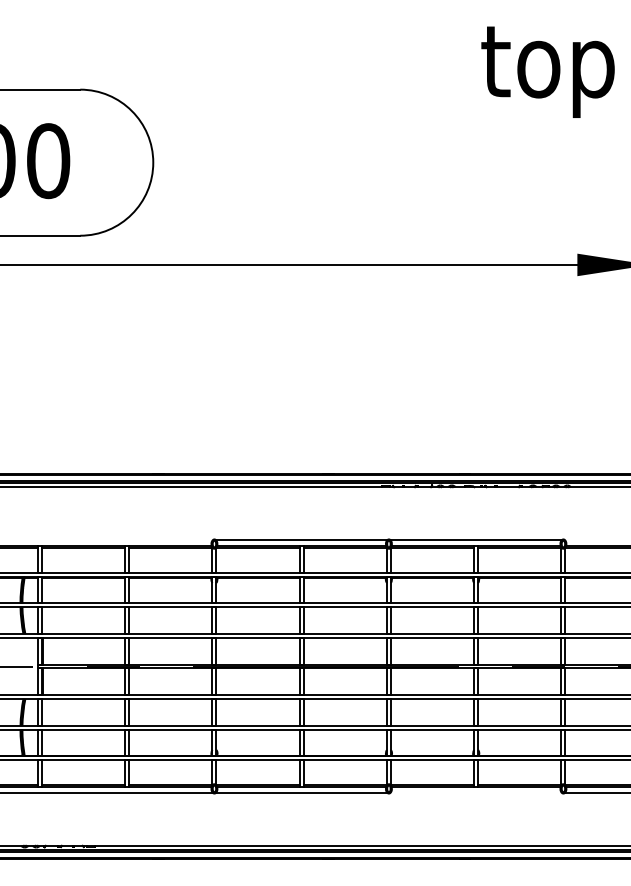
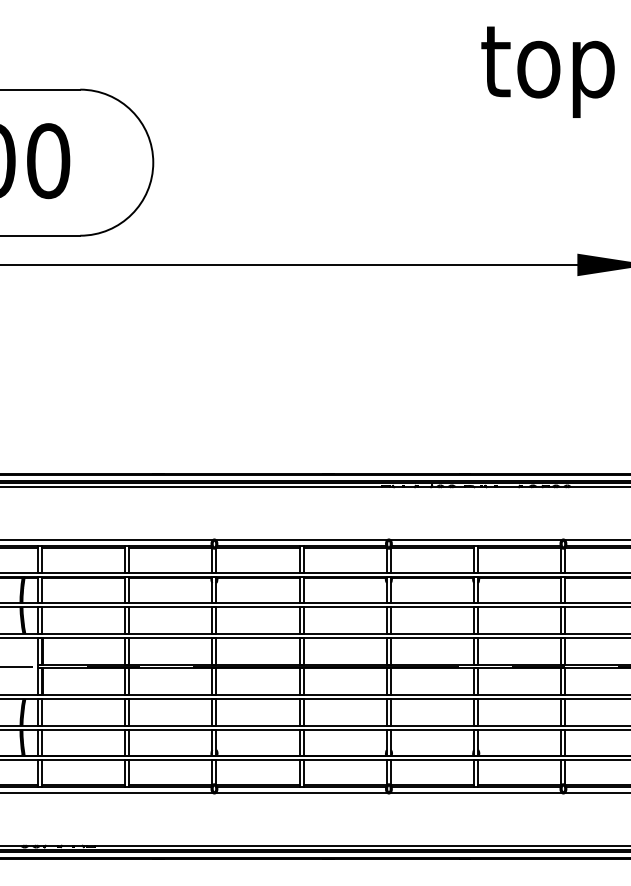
line at (107, 540): none -> present
line at (596, 540): none -> present
line at (475, 792): none -> present
